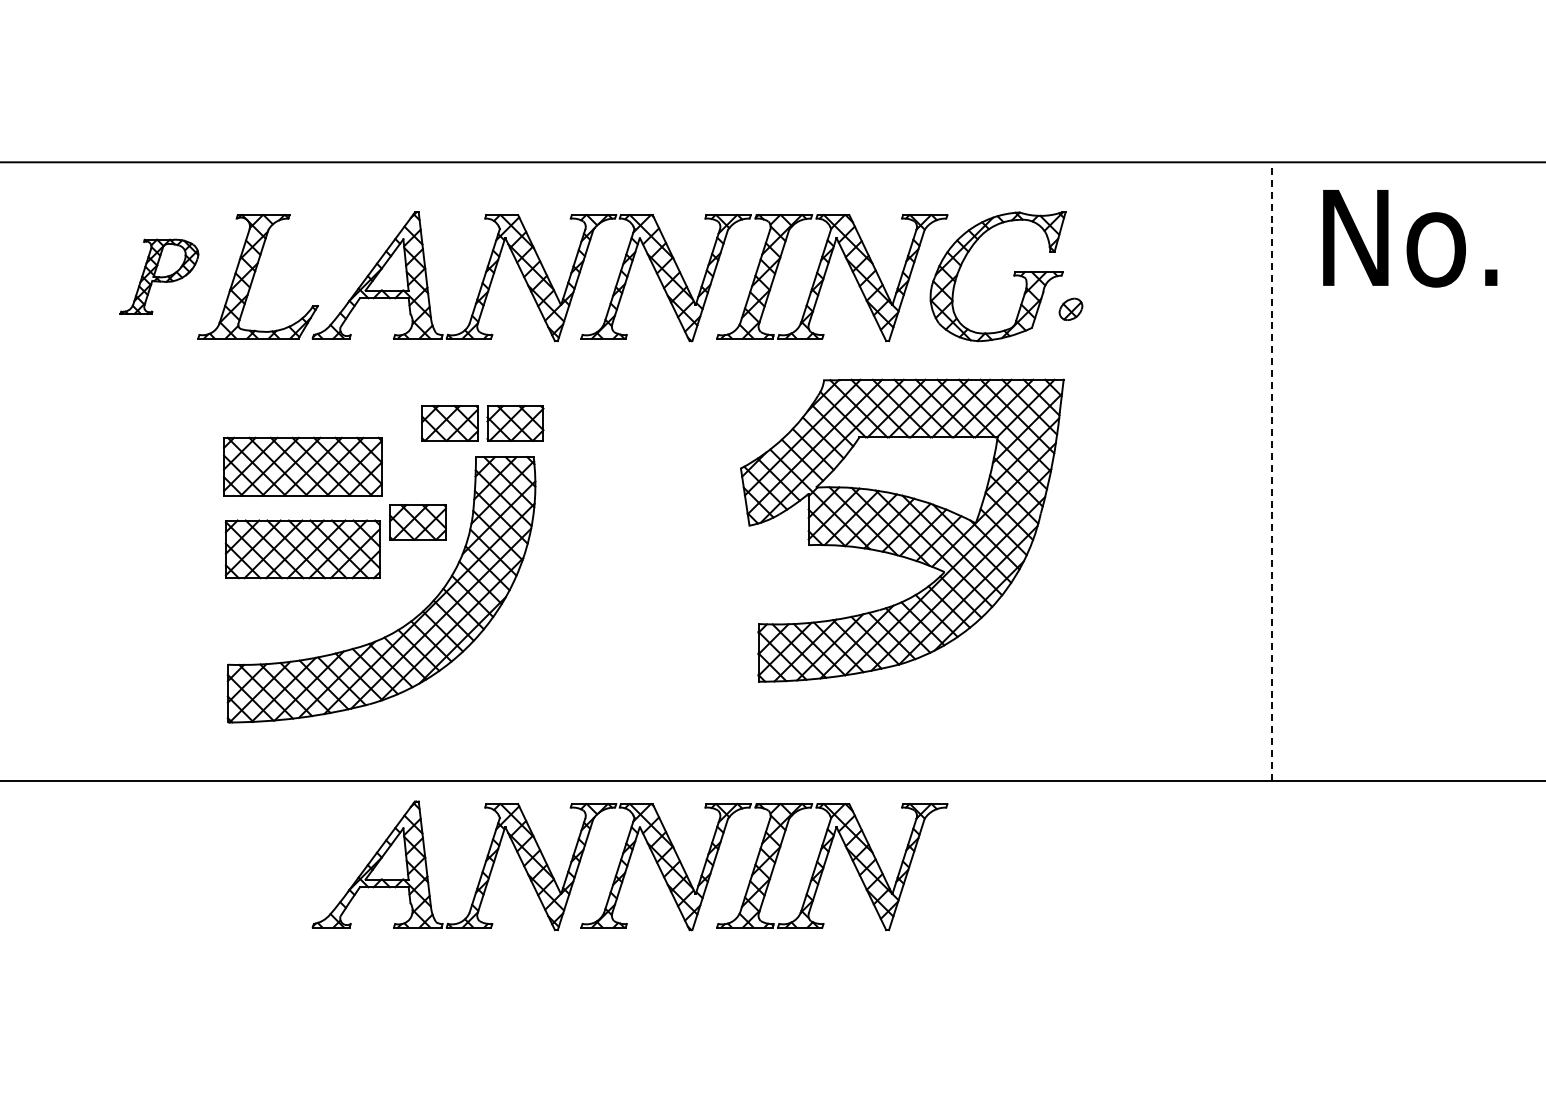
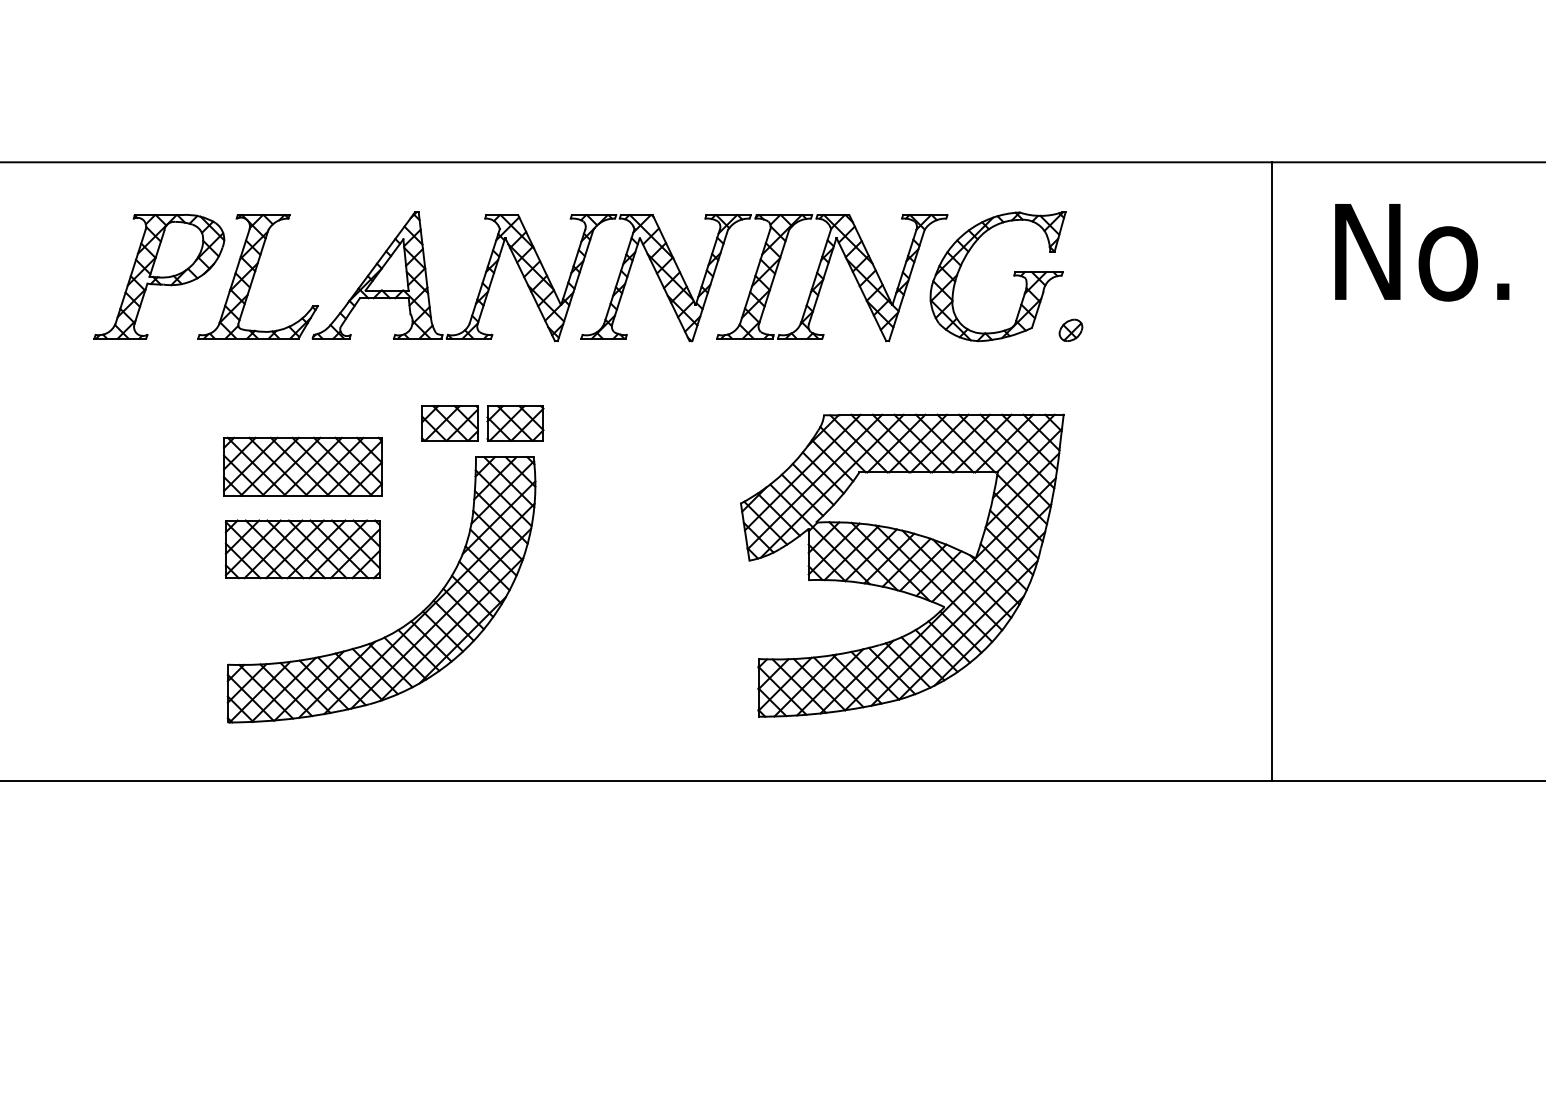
text at (1410, 238) position: (1410, 238) -> (1422, 252)
part at (159, 276) size: 81x77 px -> 133x126 px
part at (1070, 308) position: (1070, 308) -> (1070, 329)
line at (1271, 471): dashed -> solid
part at (417, 522): present -> none
part at (902, 530) position: (902, 530) -> (902, 565)
part at (629, 865): present -> none
